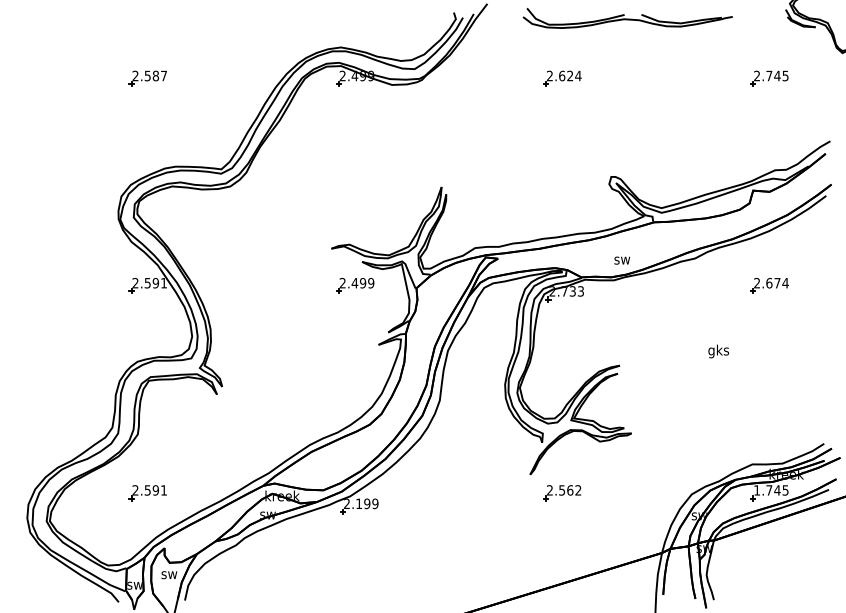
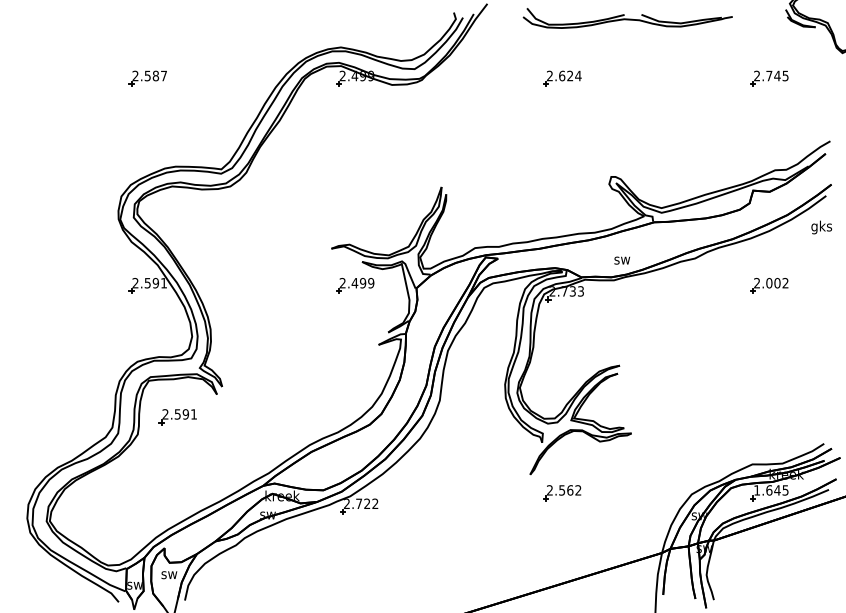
text at (777, 282): 2.674 -> 2.002
text at (718, 351) position: (718, 351) -> (821, 227)
text at (769, 490): 1.745 -> 1.645
part at (147, 493) position: (147, 493) -> (177, 417)
text at (367, 503): 2.199 -> 2.722
